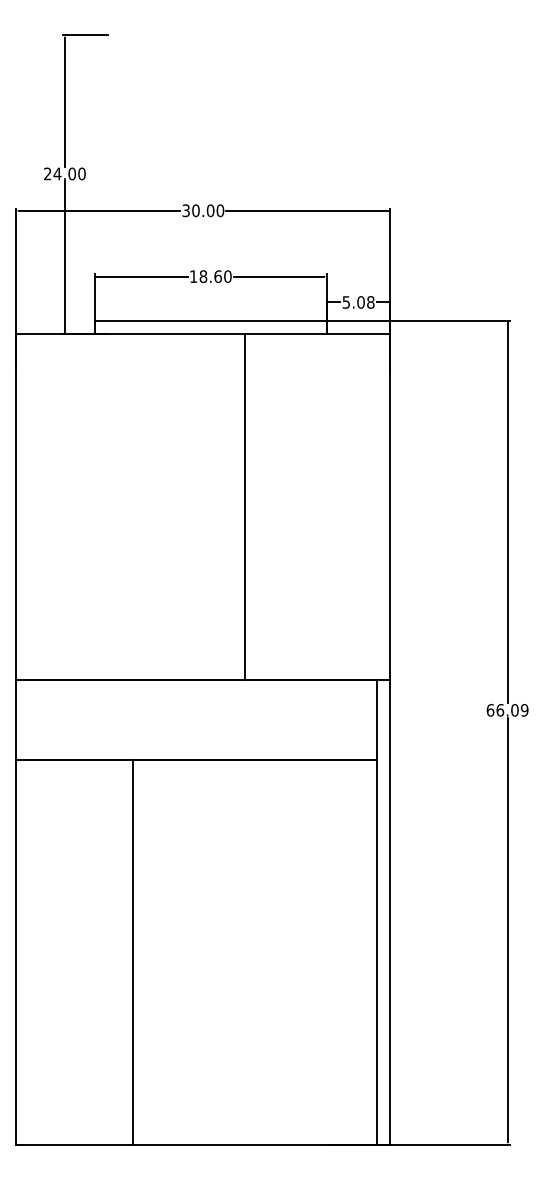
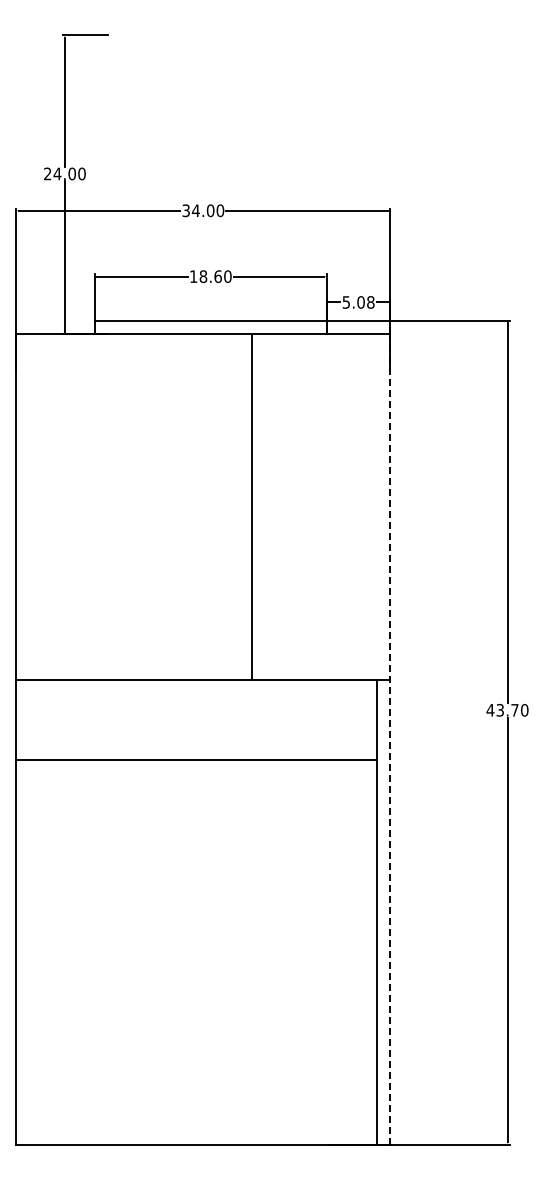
text at (195, 210): 30.00 -> 34.00
line at (245, 507) position: (245, 507) -> (252, 507)
text at (507, 709): 66.09 -> 43.70
line at (390, 740): solid -> dashed
line at (133, 952): present -> none
